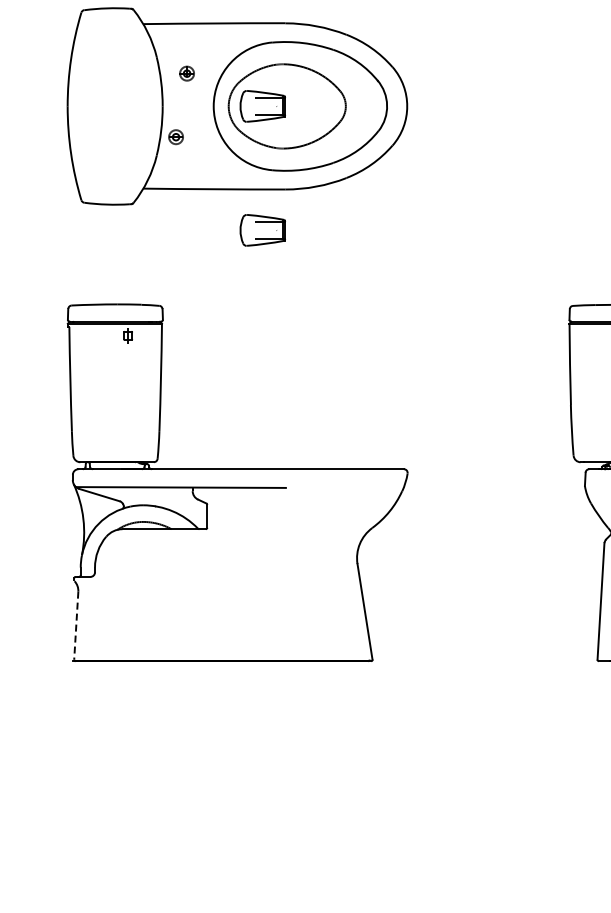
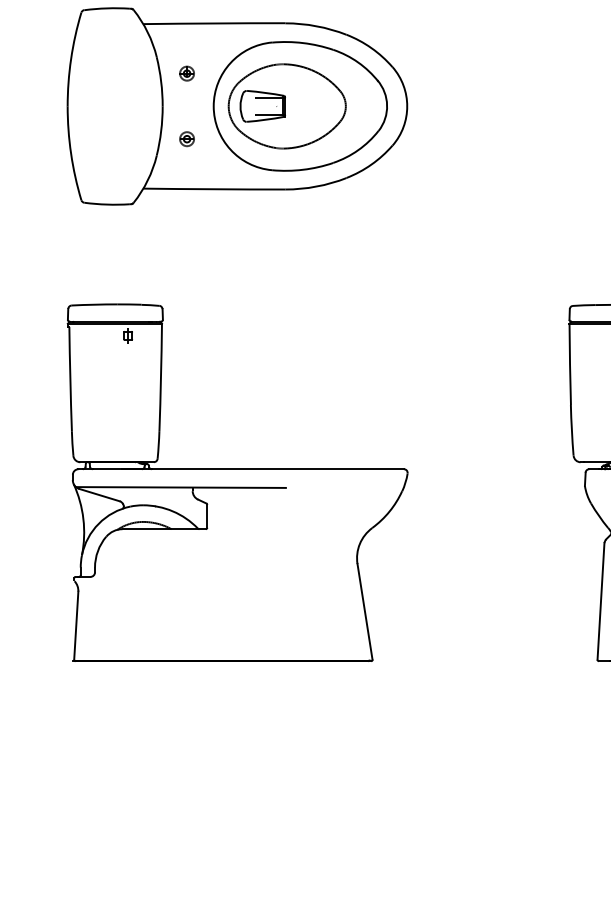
part at (175, 137) position: (175, 137) -> (186, 139)
part at (262, 230): present -> none
line at (76, 626): dashed -> solid
